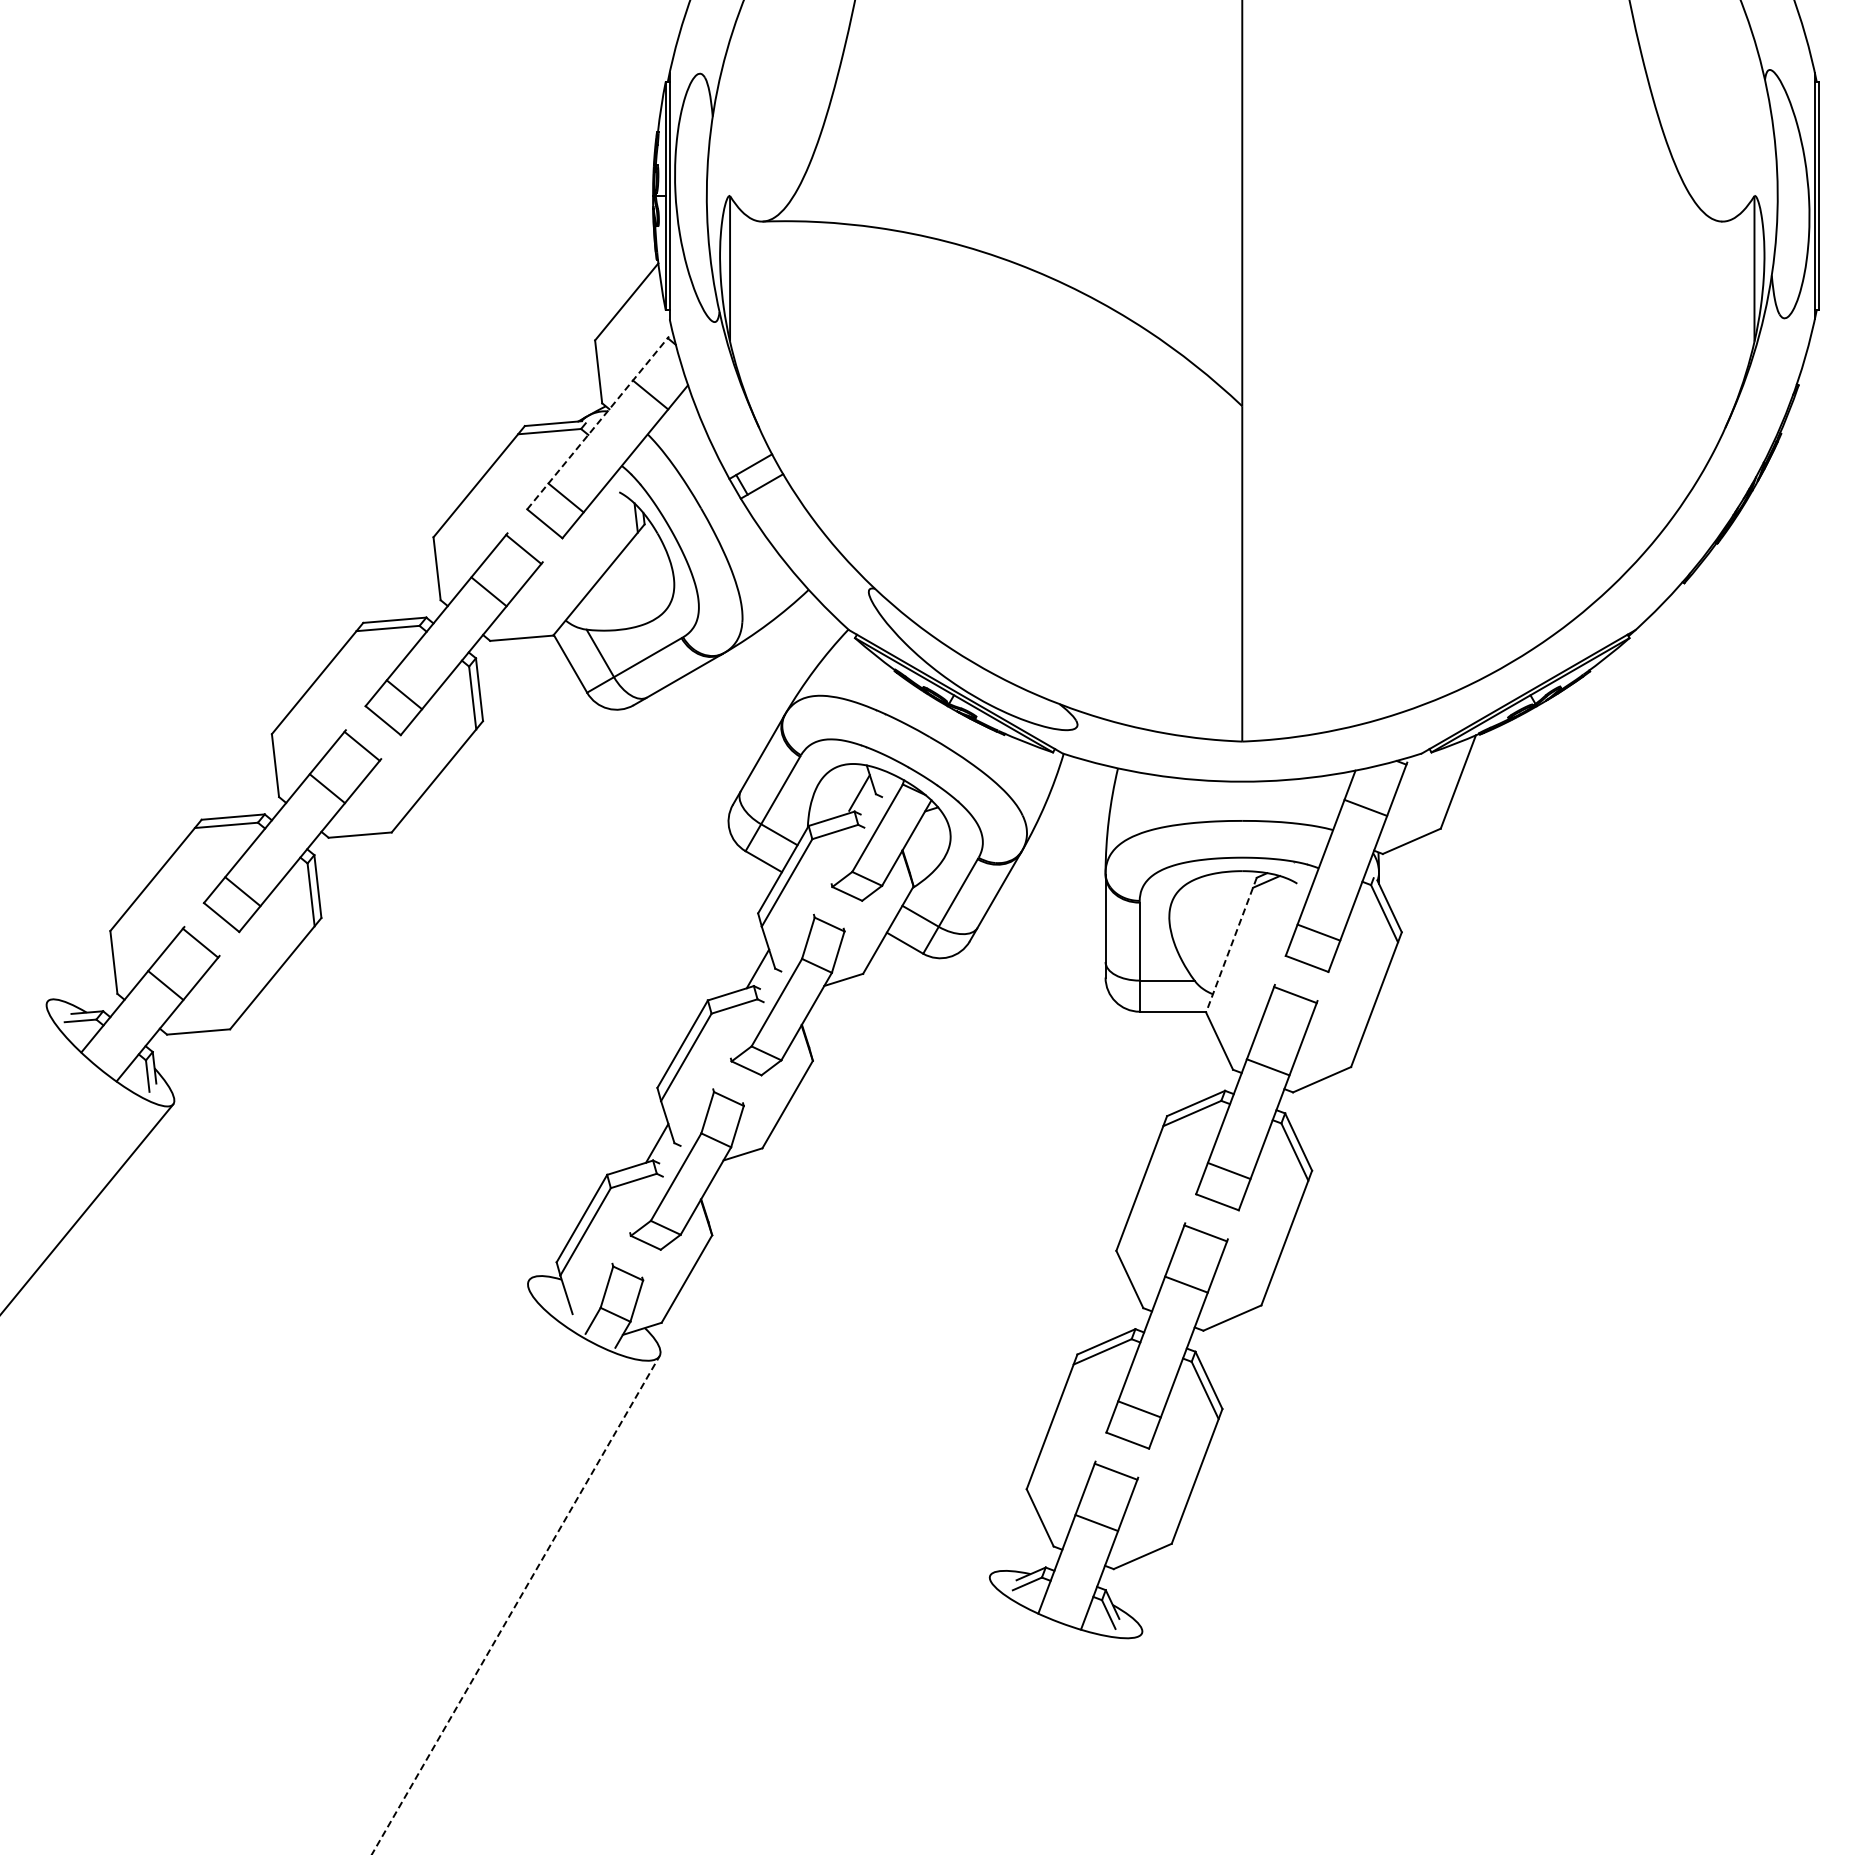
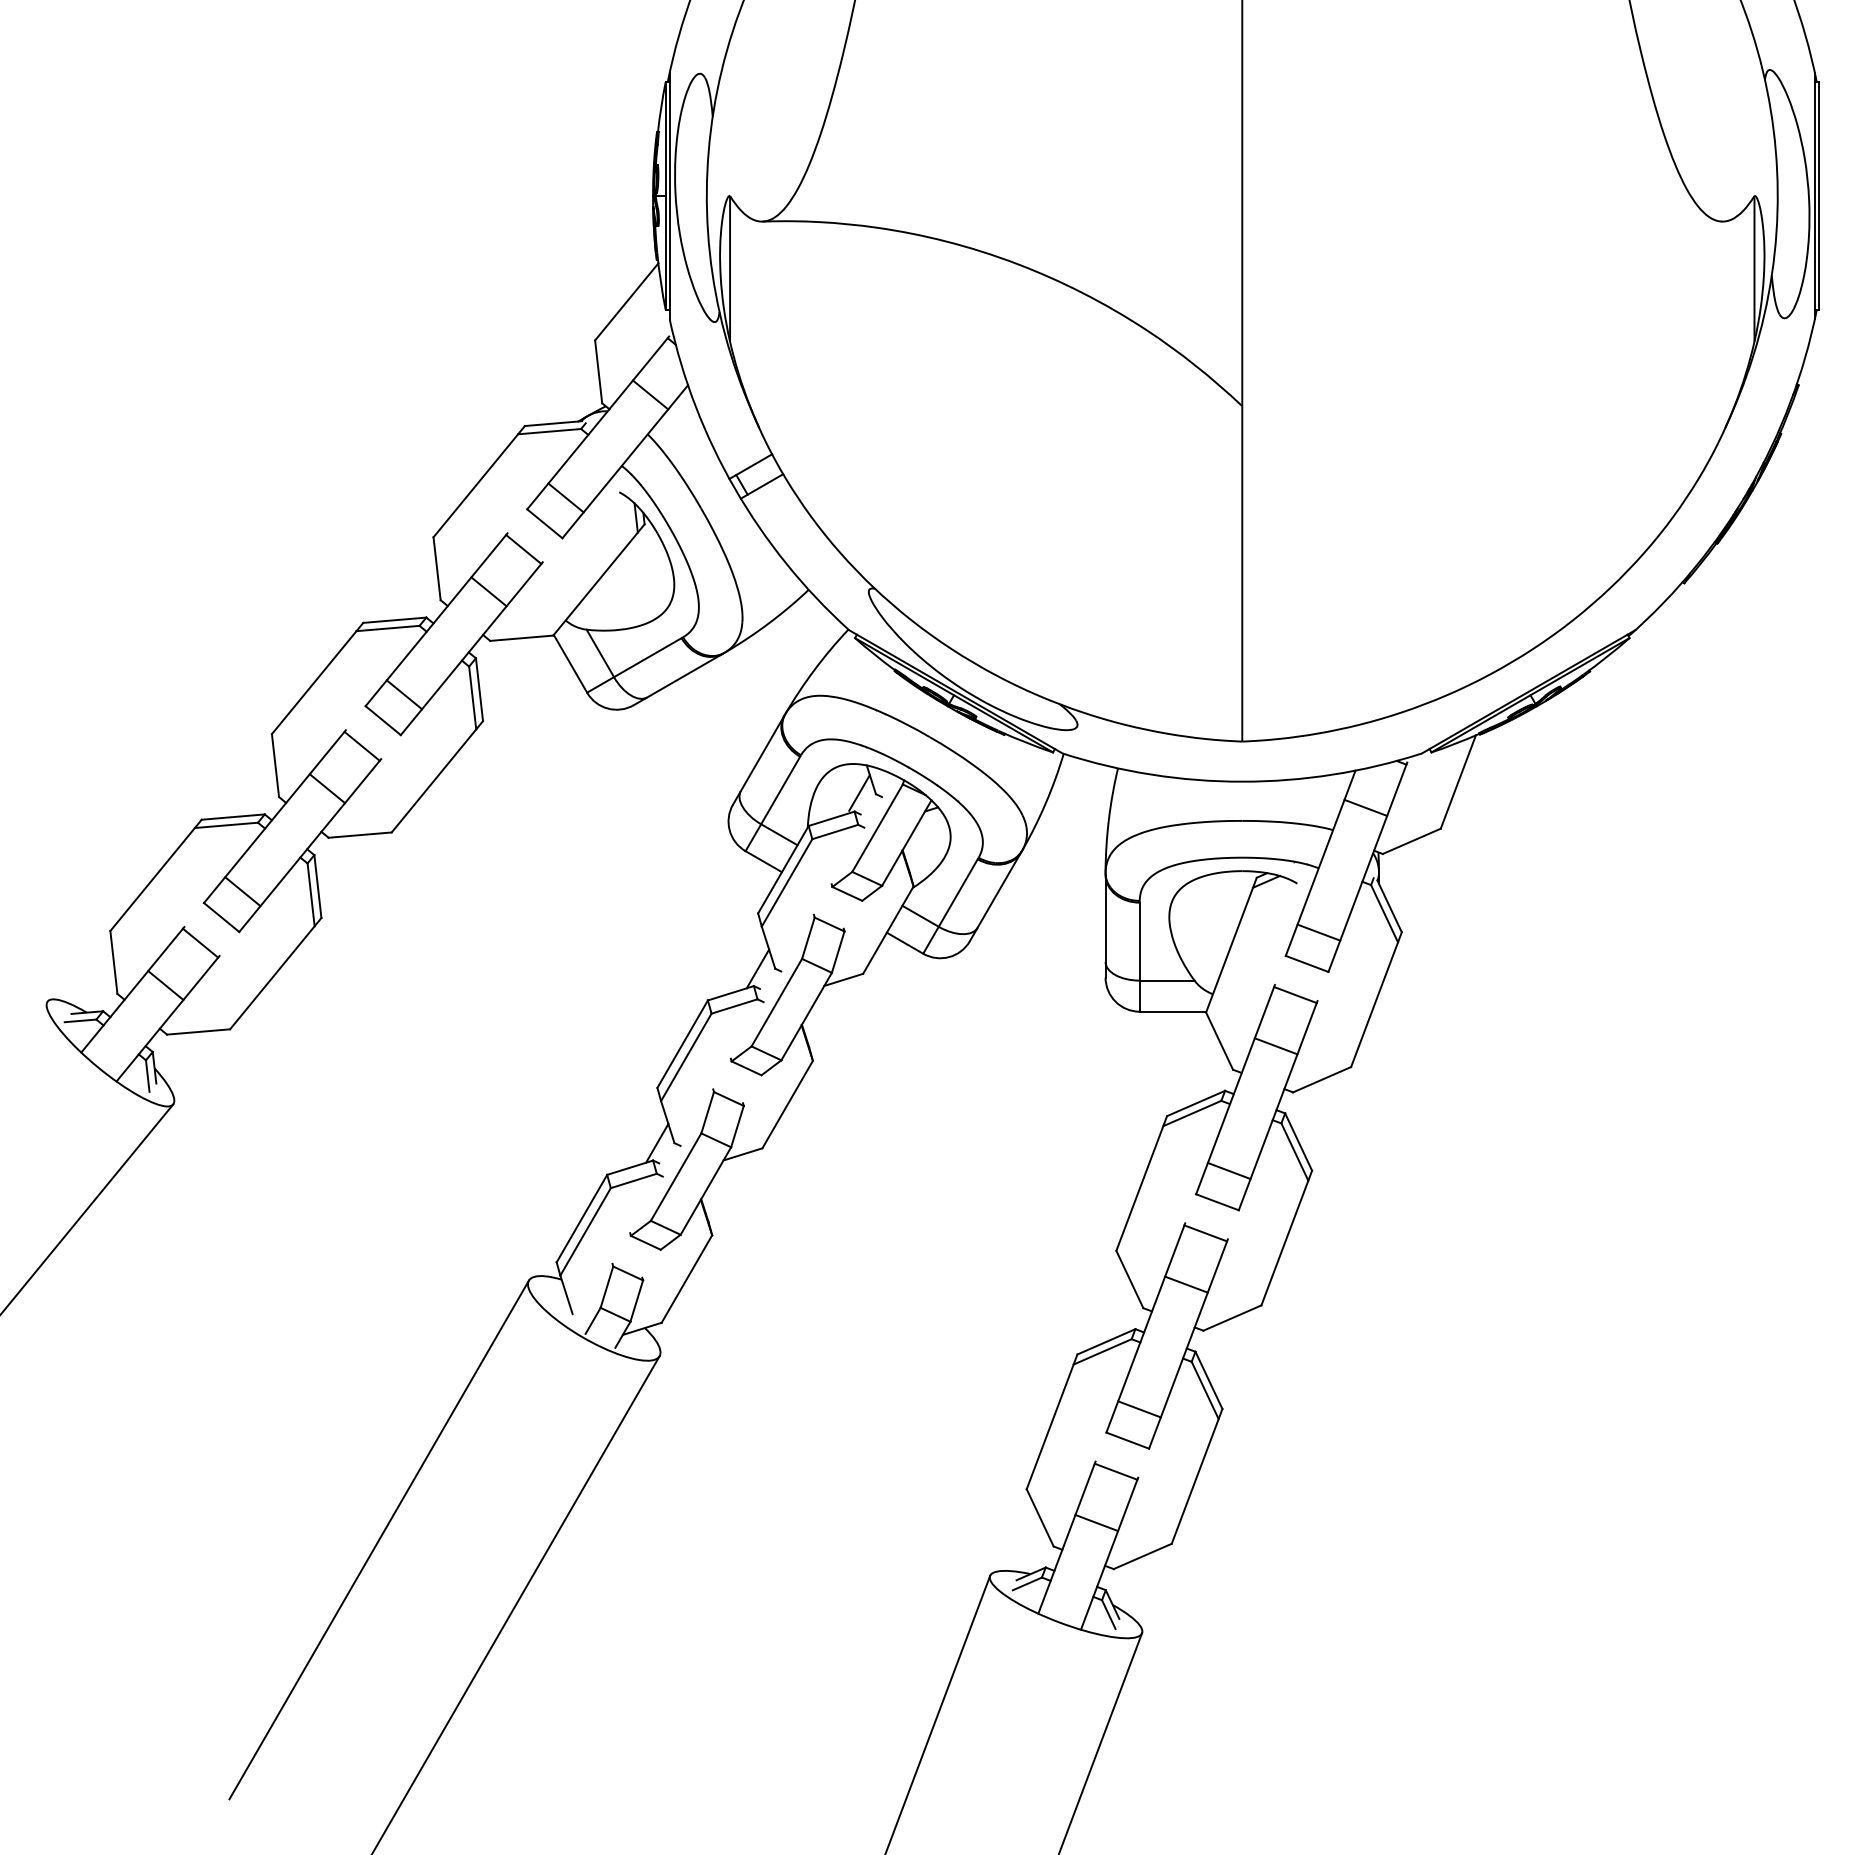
line at (598, 422): dashed -> solid
line at (1231, 945): dashed -> solid
line at (1267, 1067) position: (1267, 1067) -> (1275, 1046)
line at (378, 1539): none -> present
line at (515, 1605): dashed -> solid
line at (938, 1713): none -> present
line at (1100, 1742): none -> present
